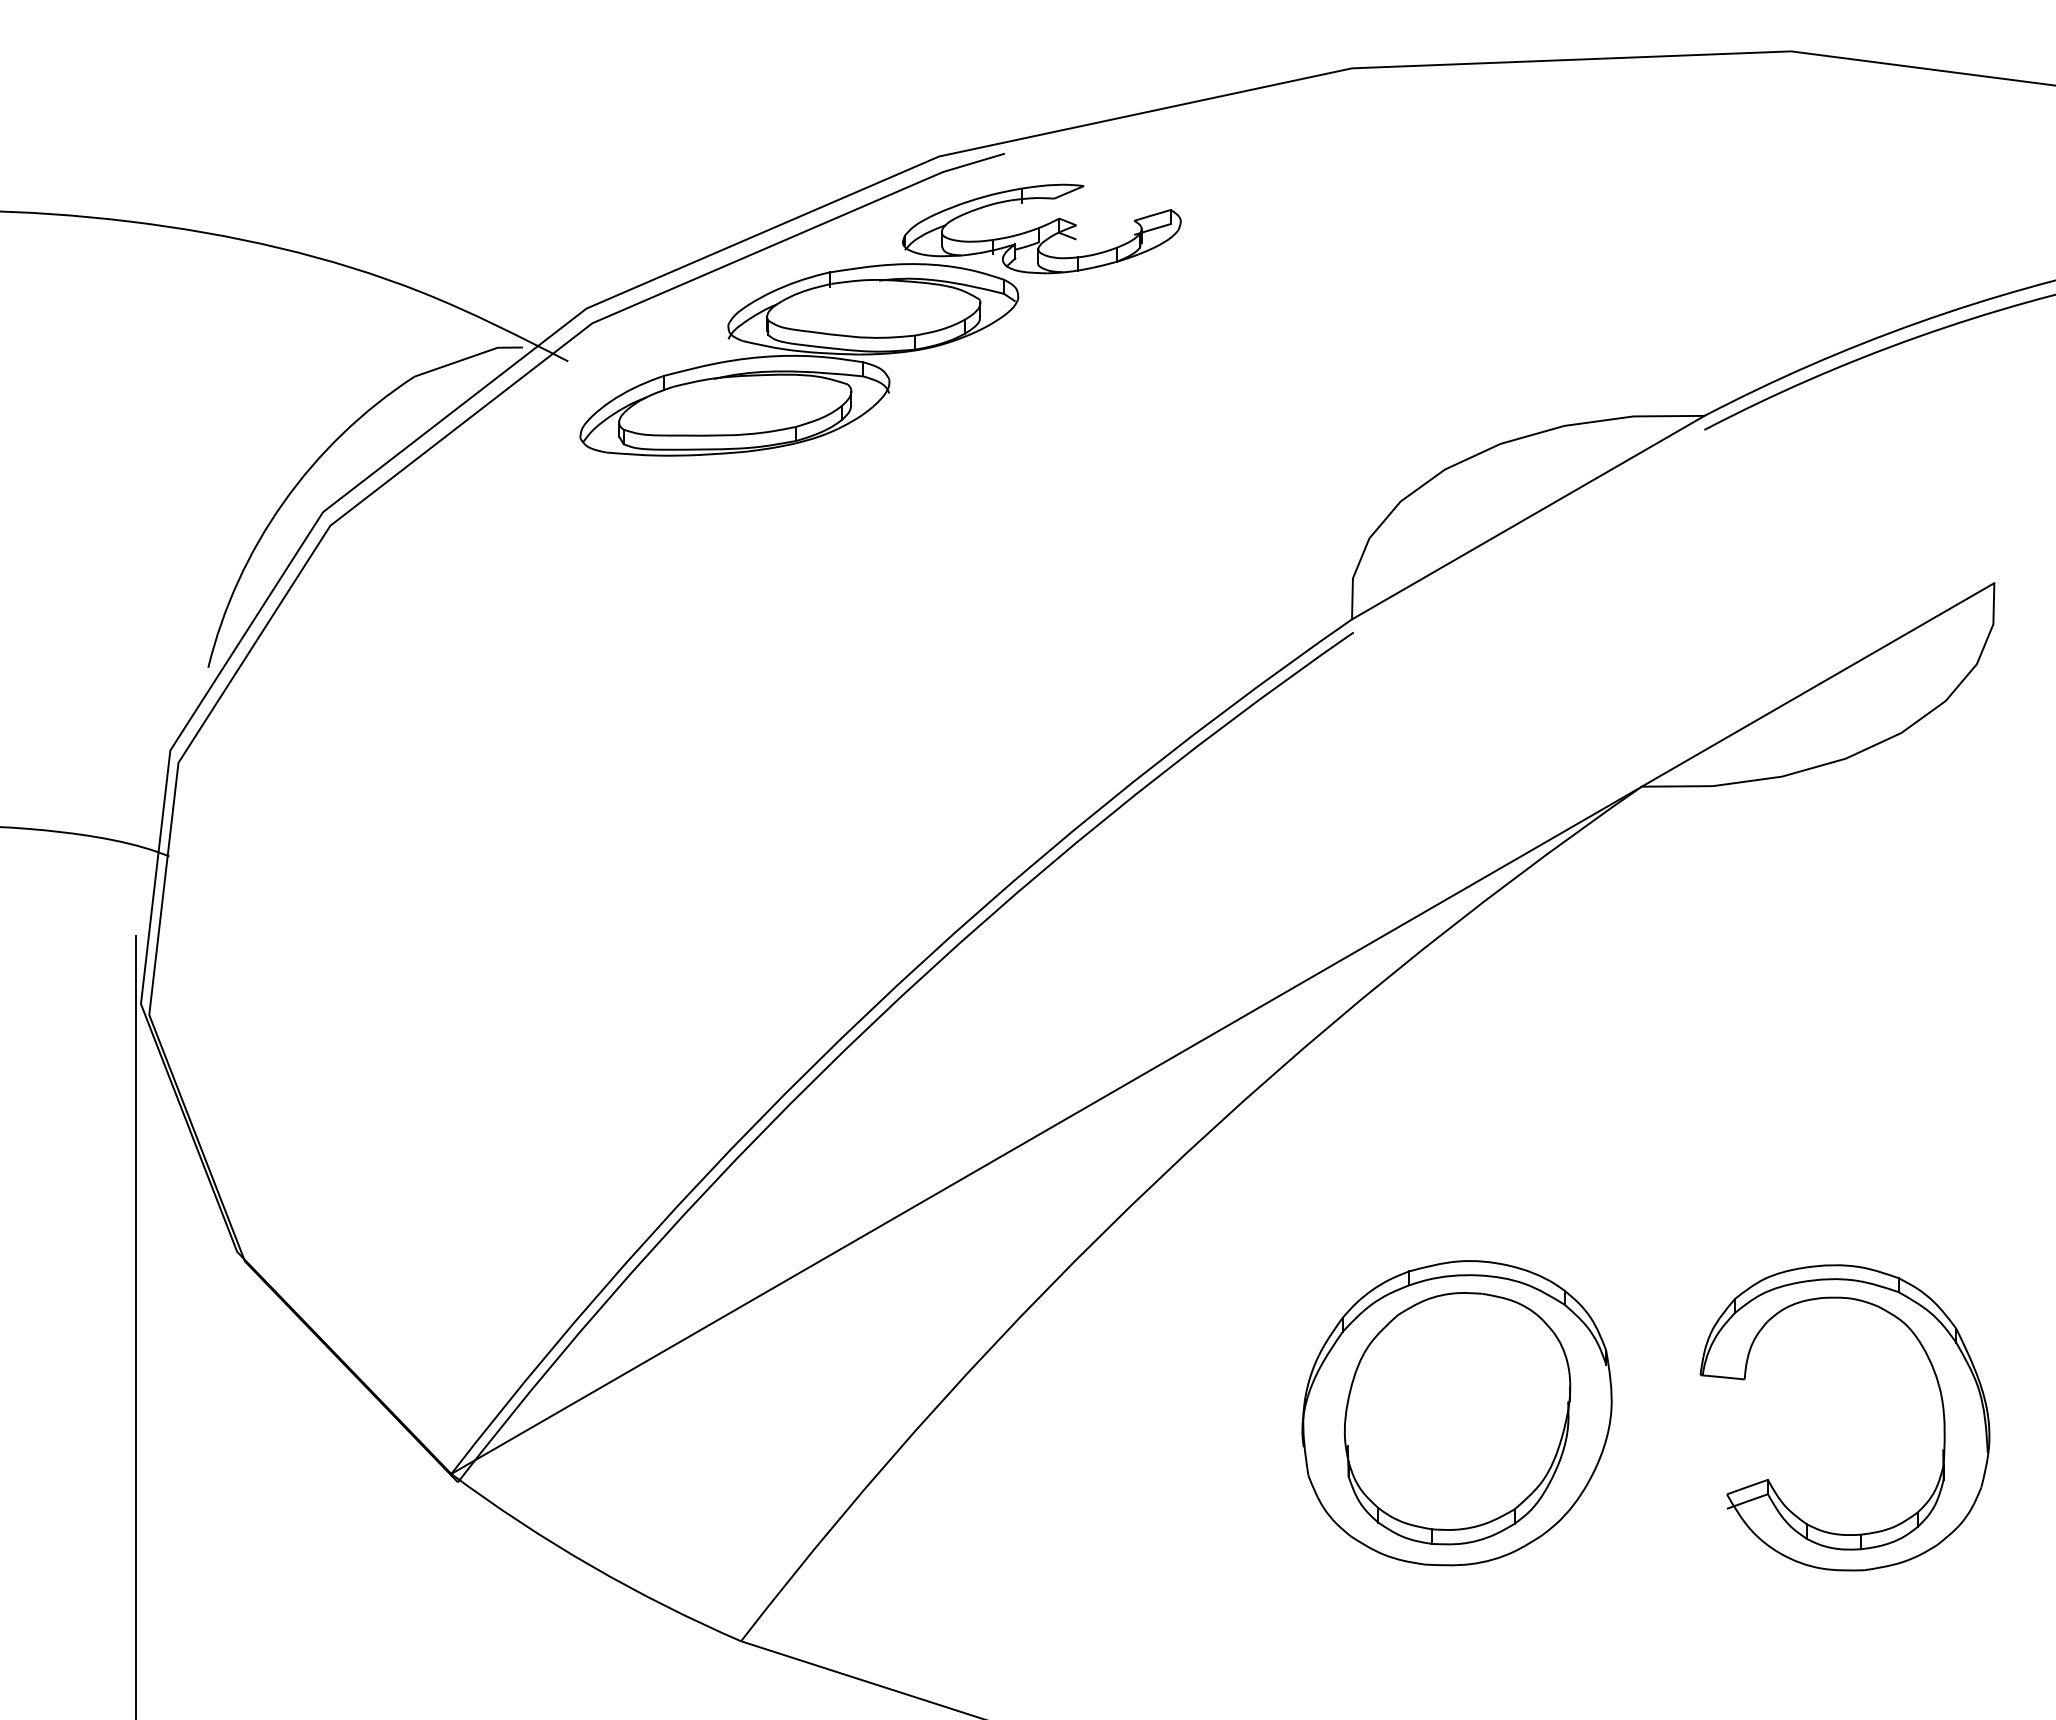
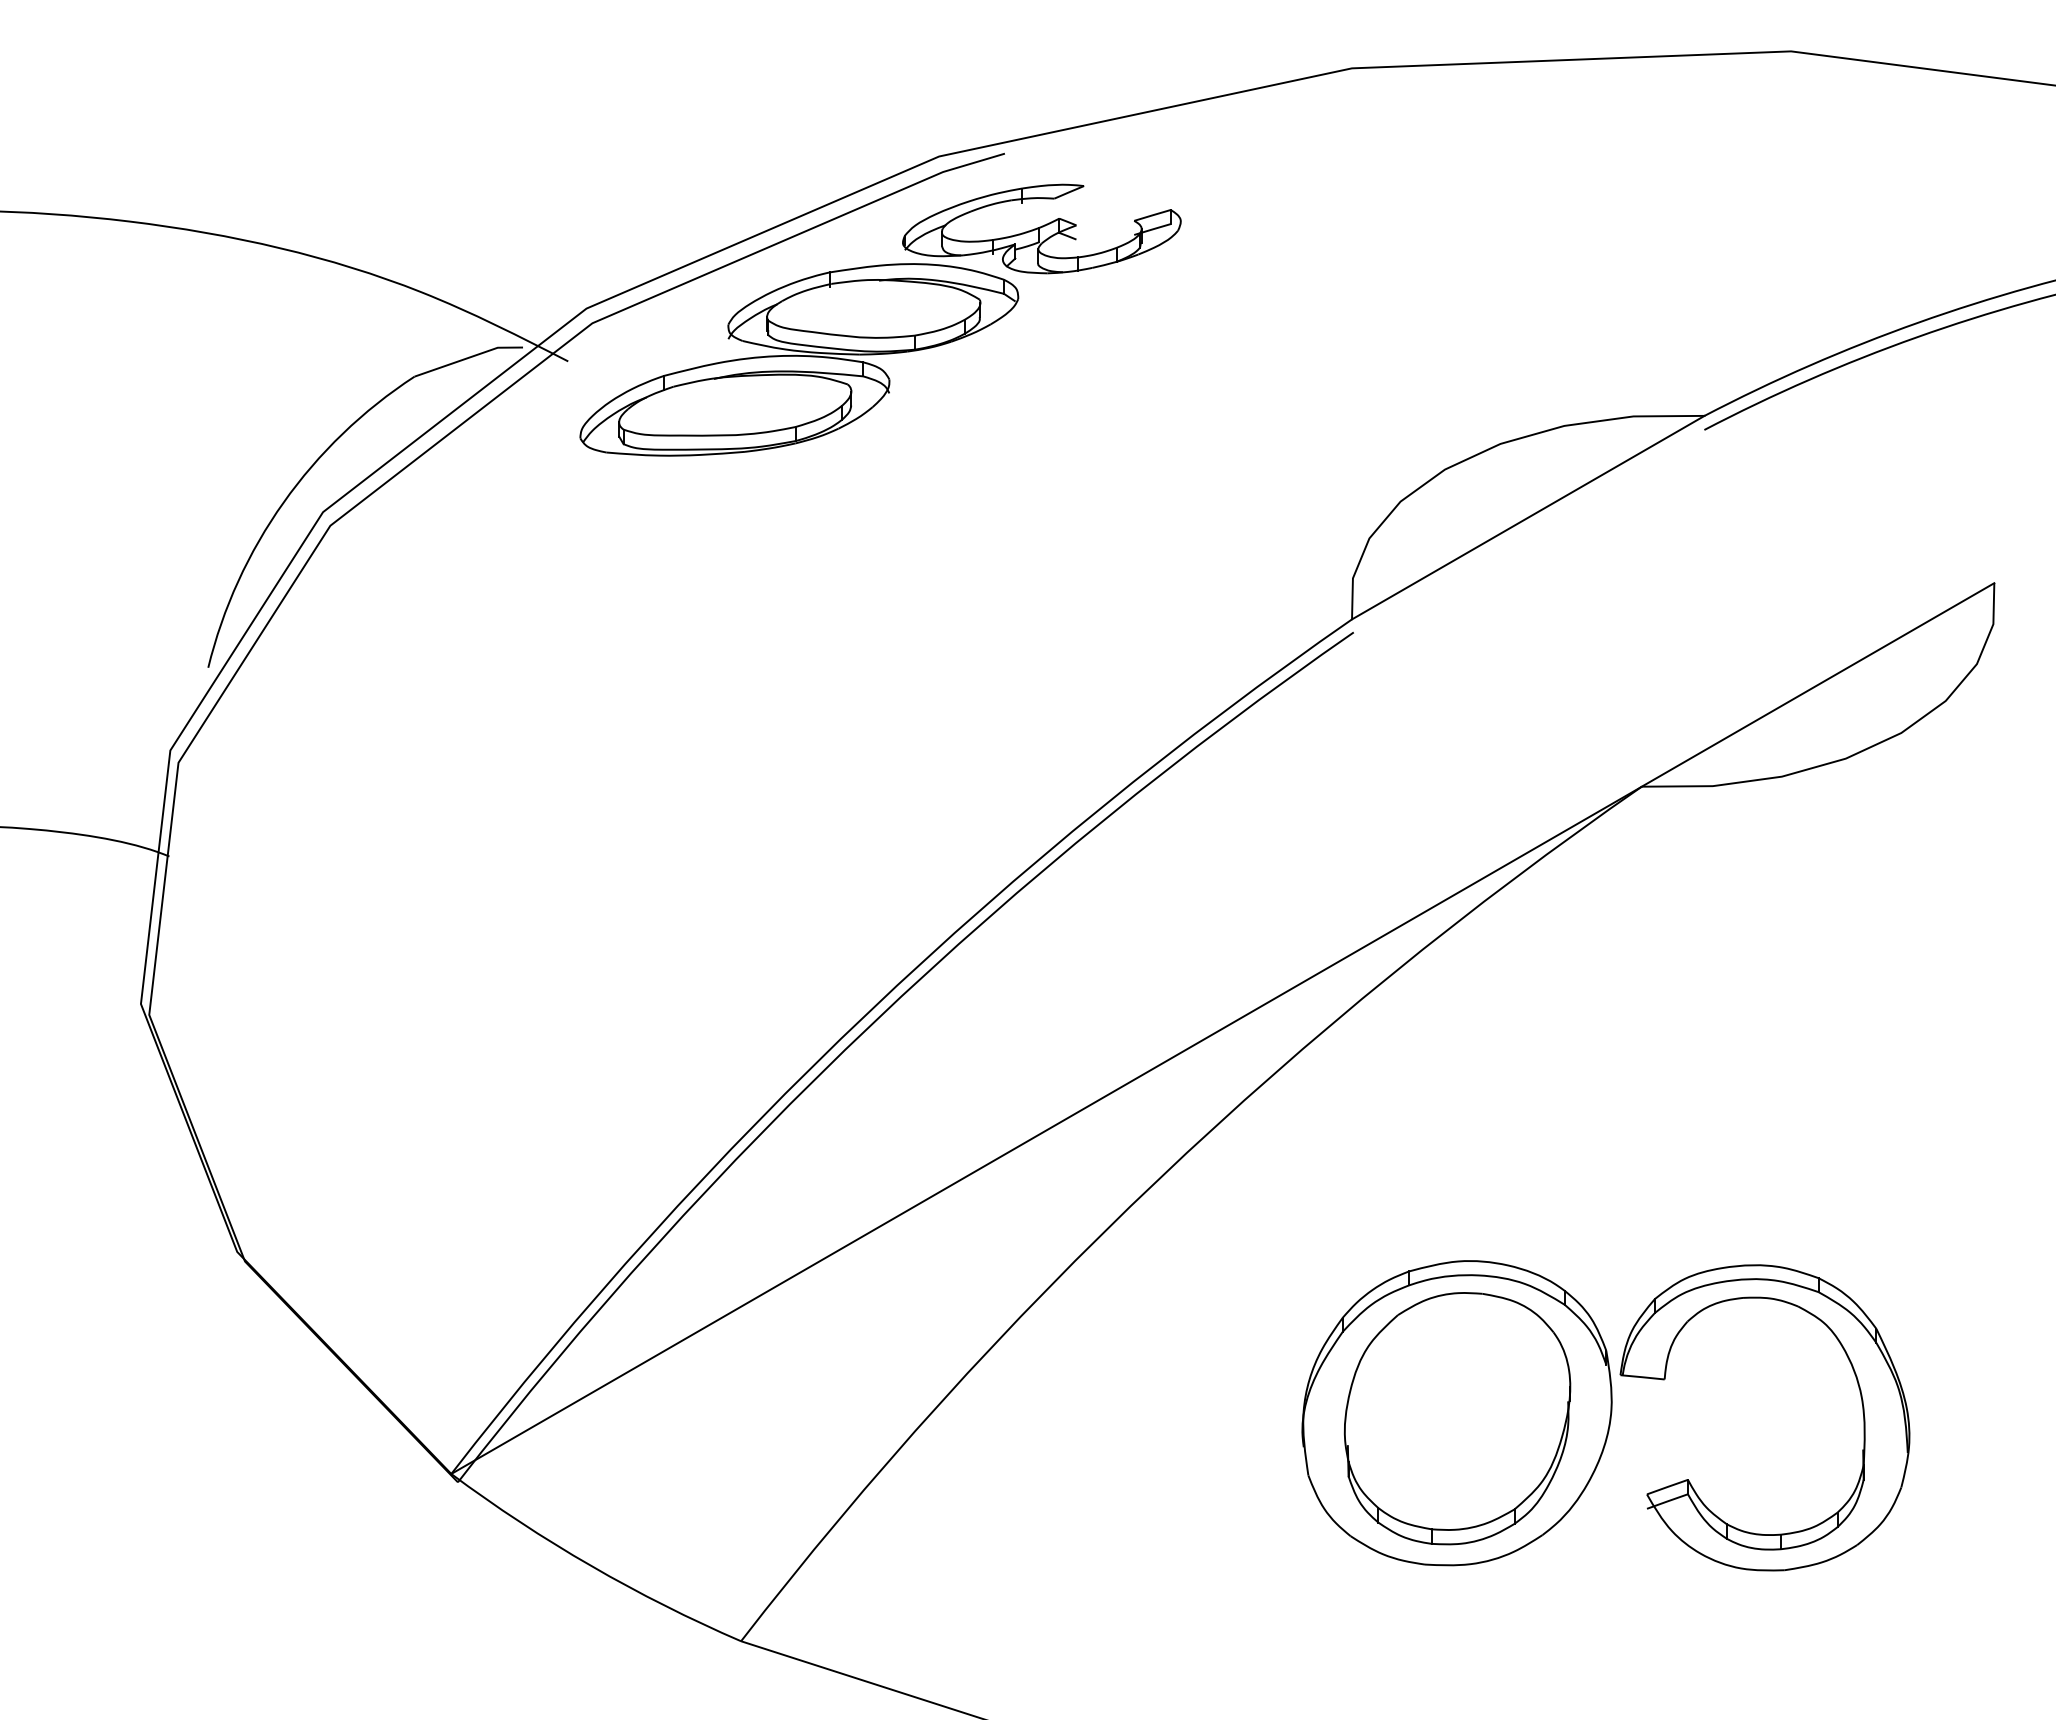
line at (136, 1325): present -> none
part at (1769, 1480) position: (1769, 1480) -> (1689, 1480)
